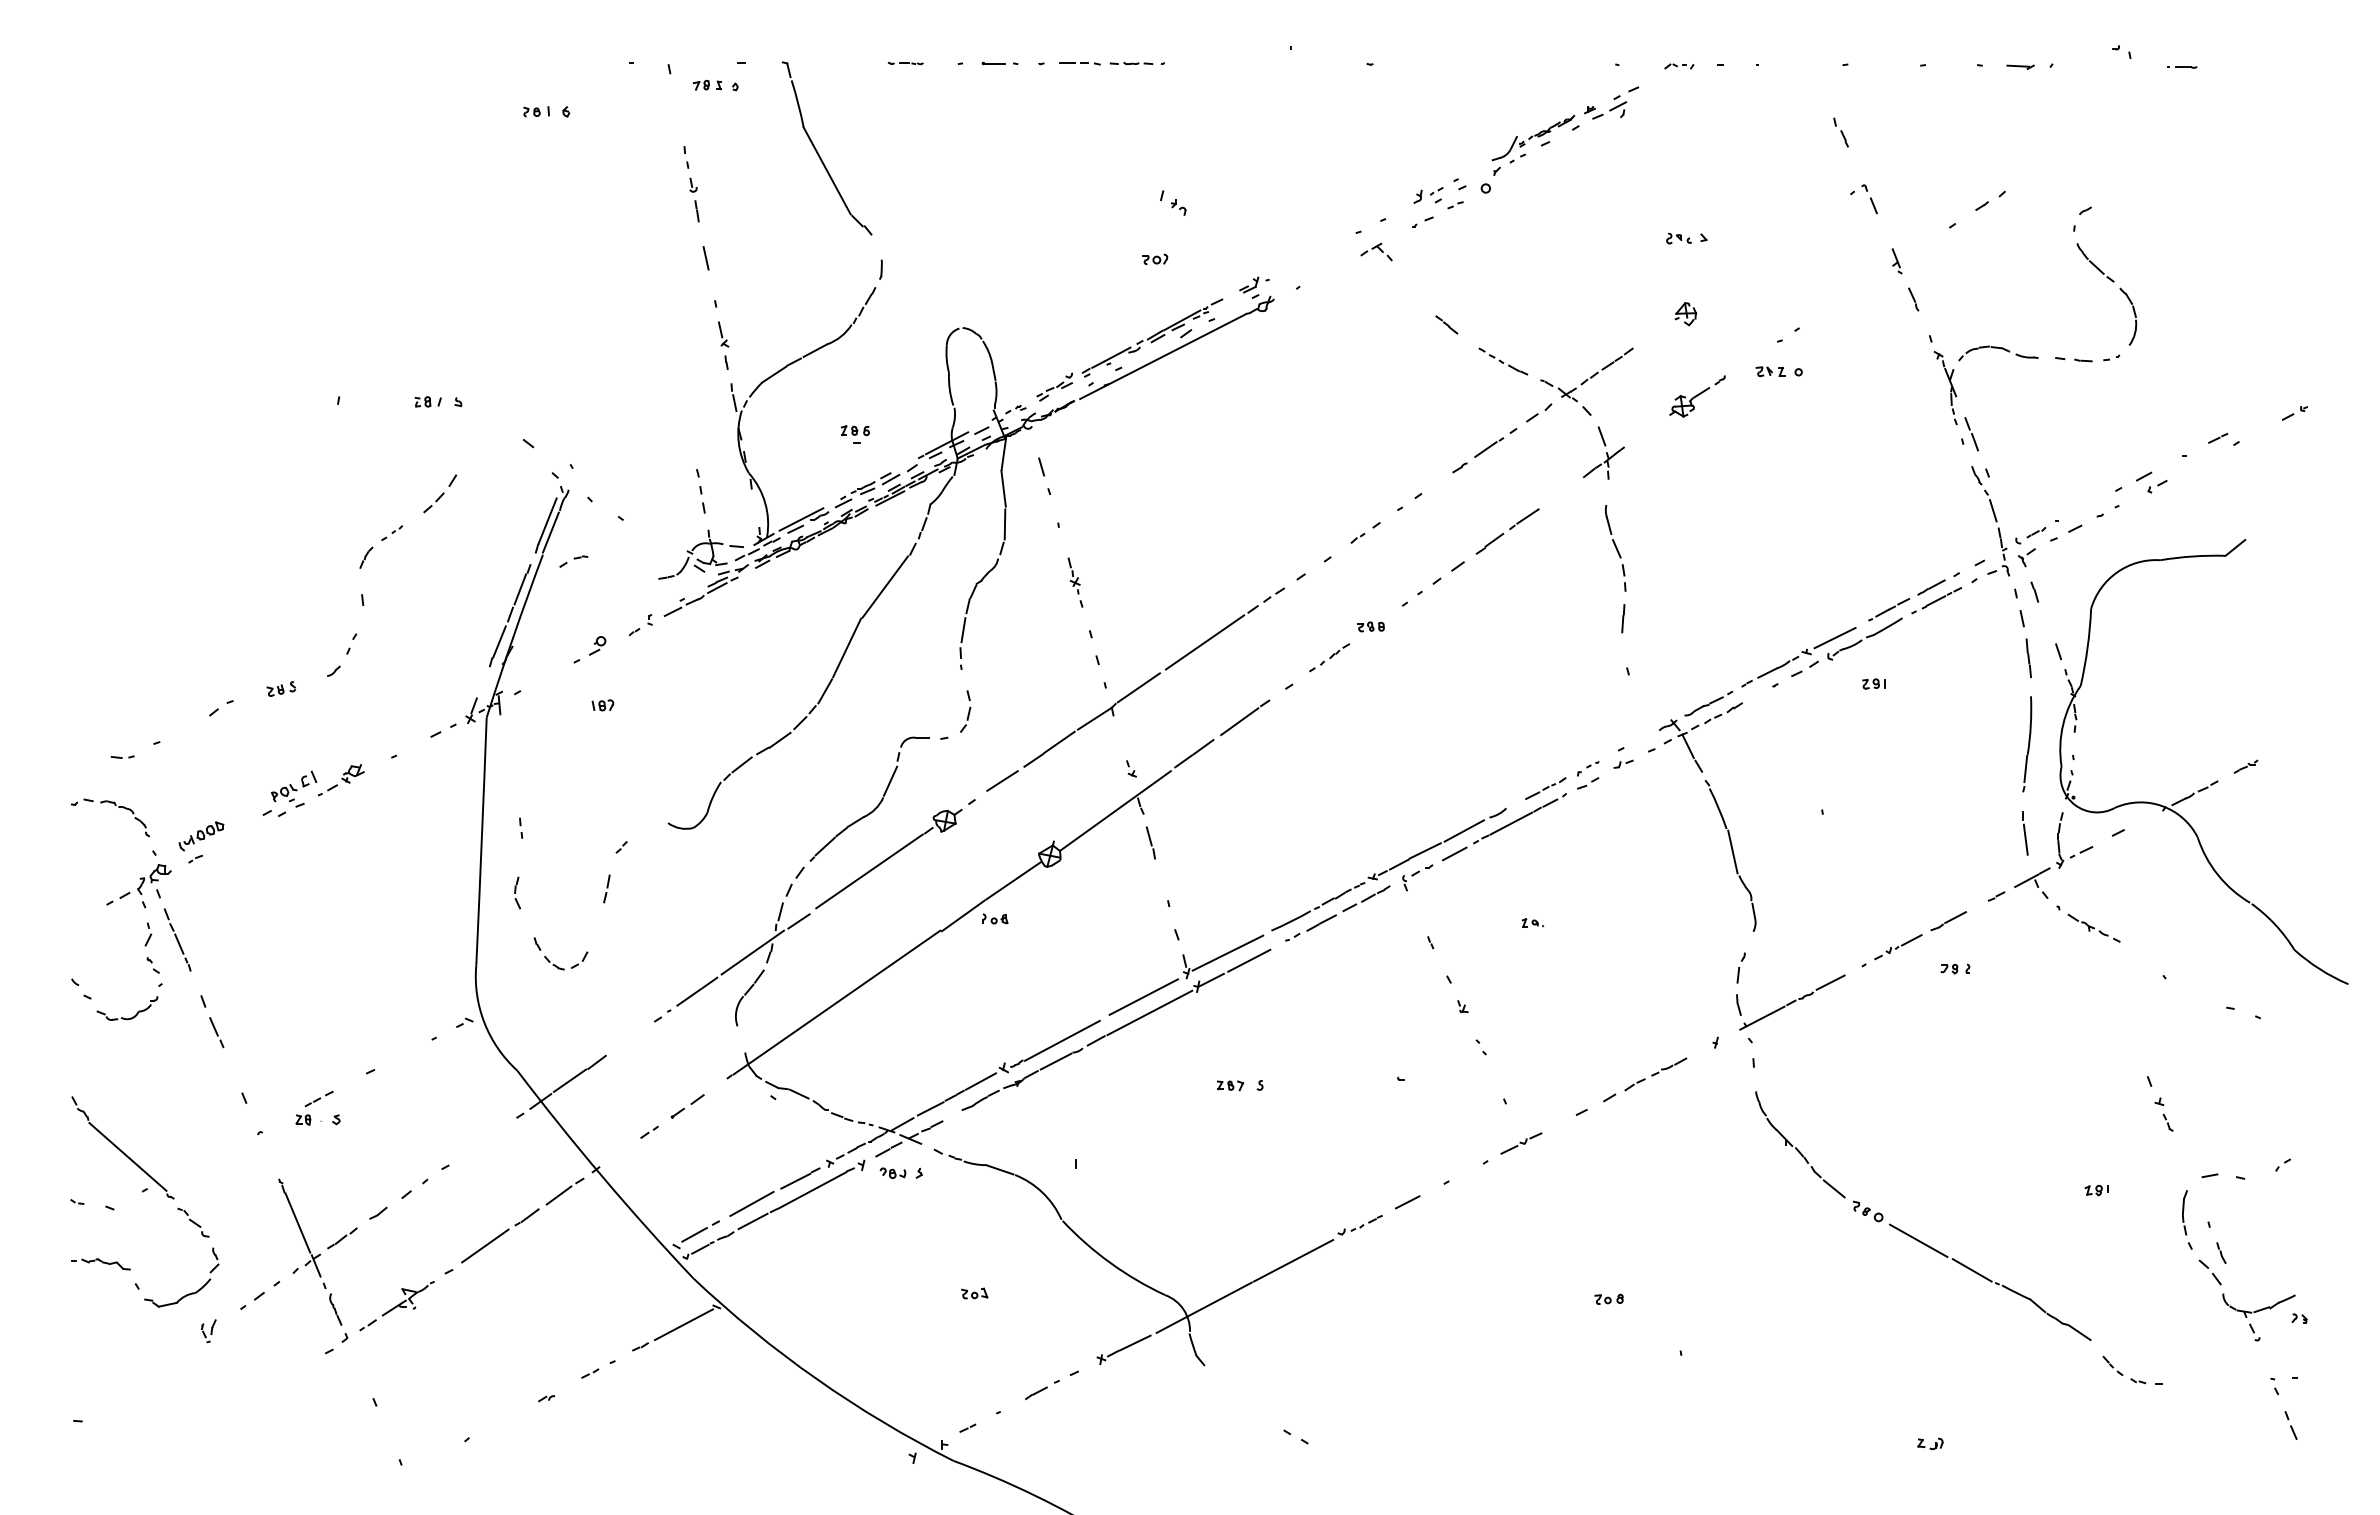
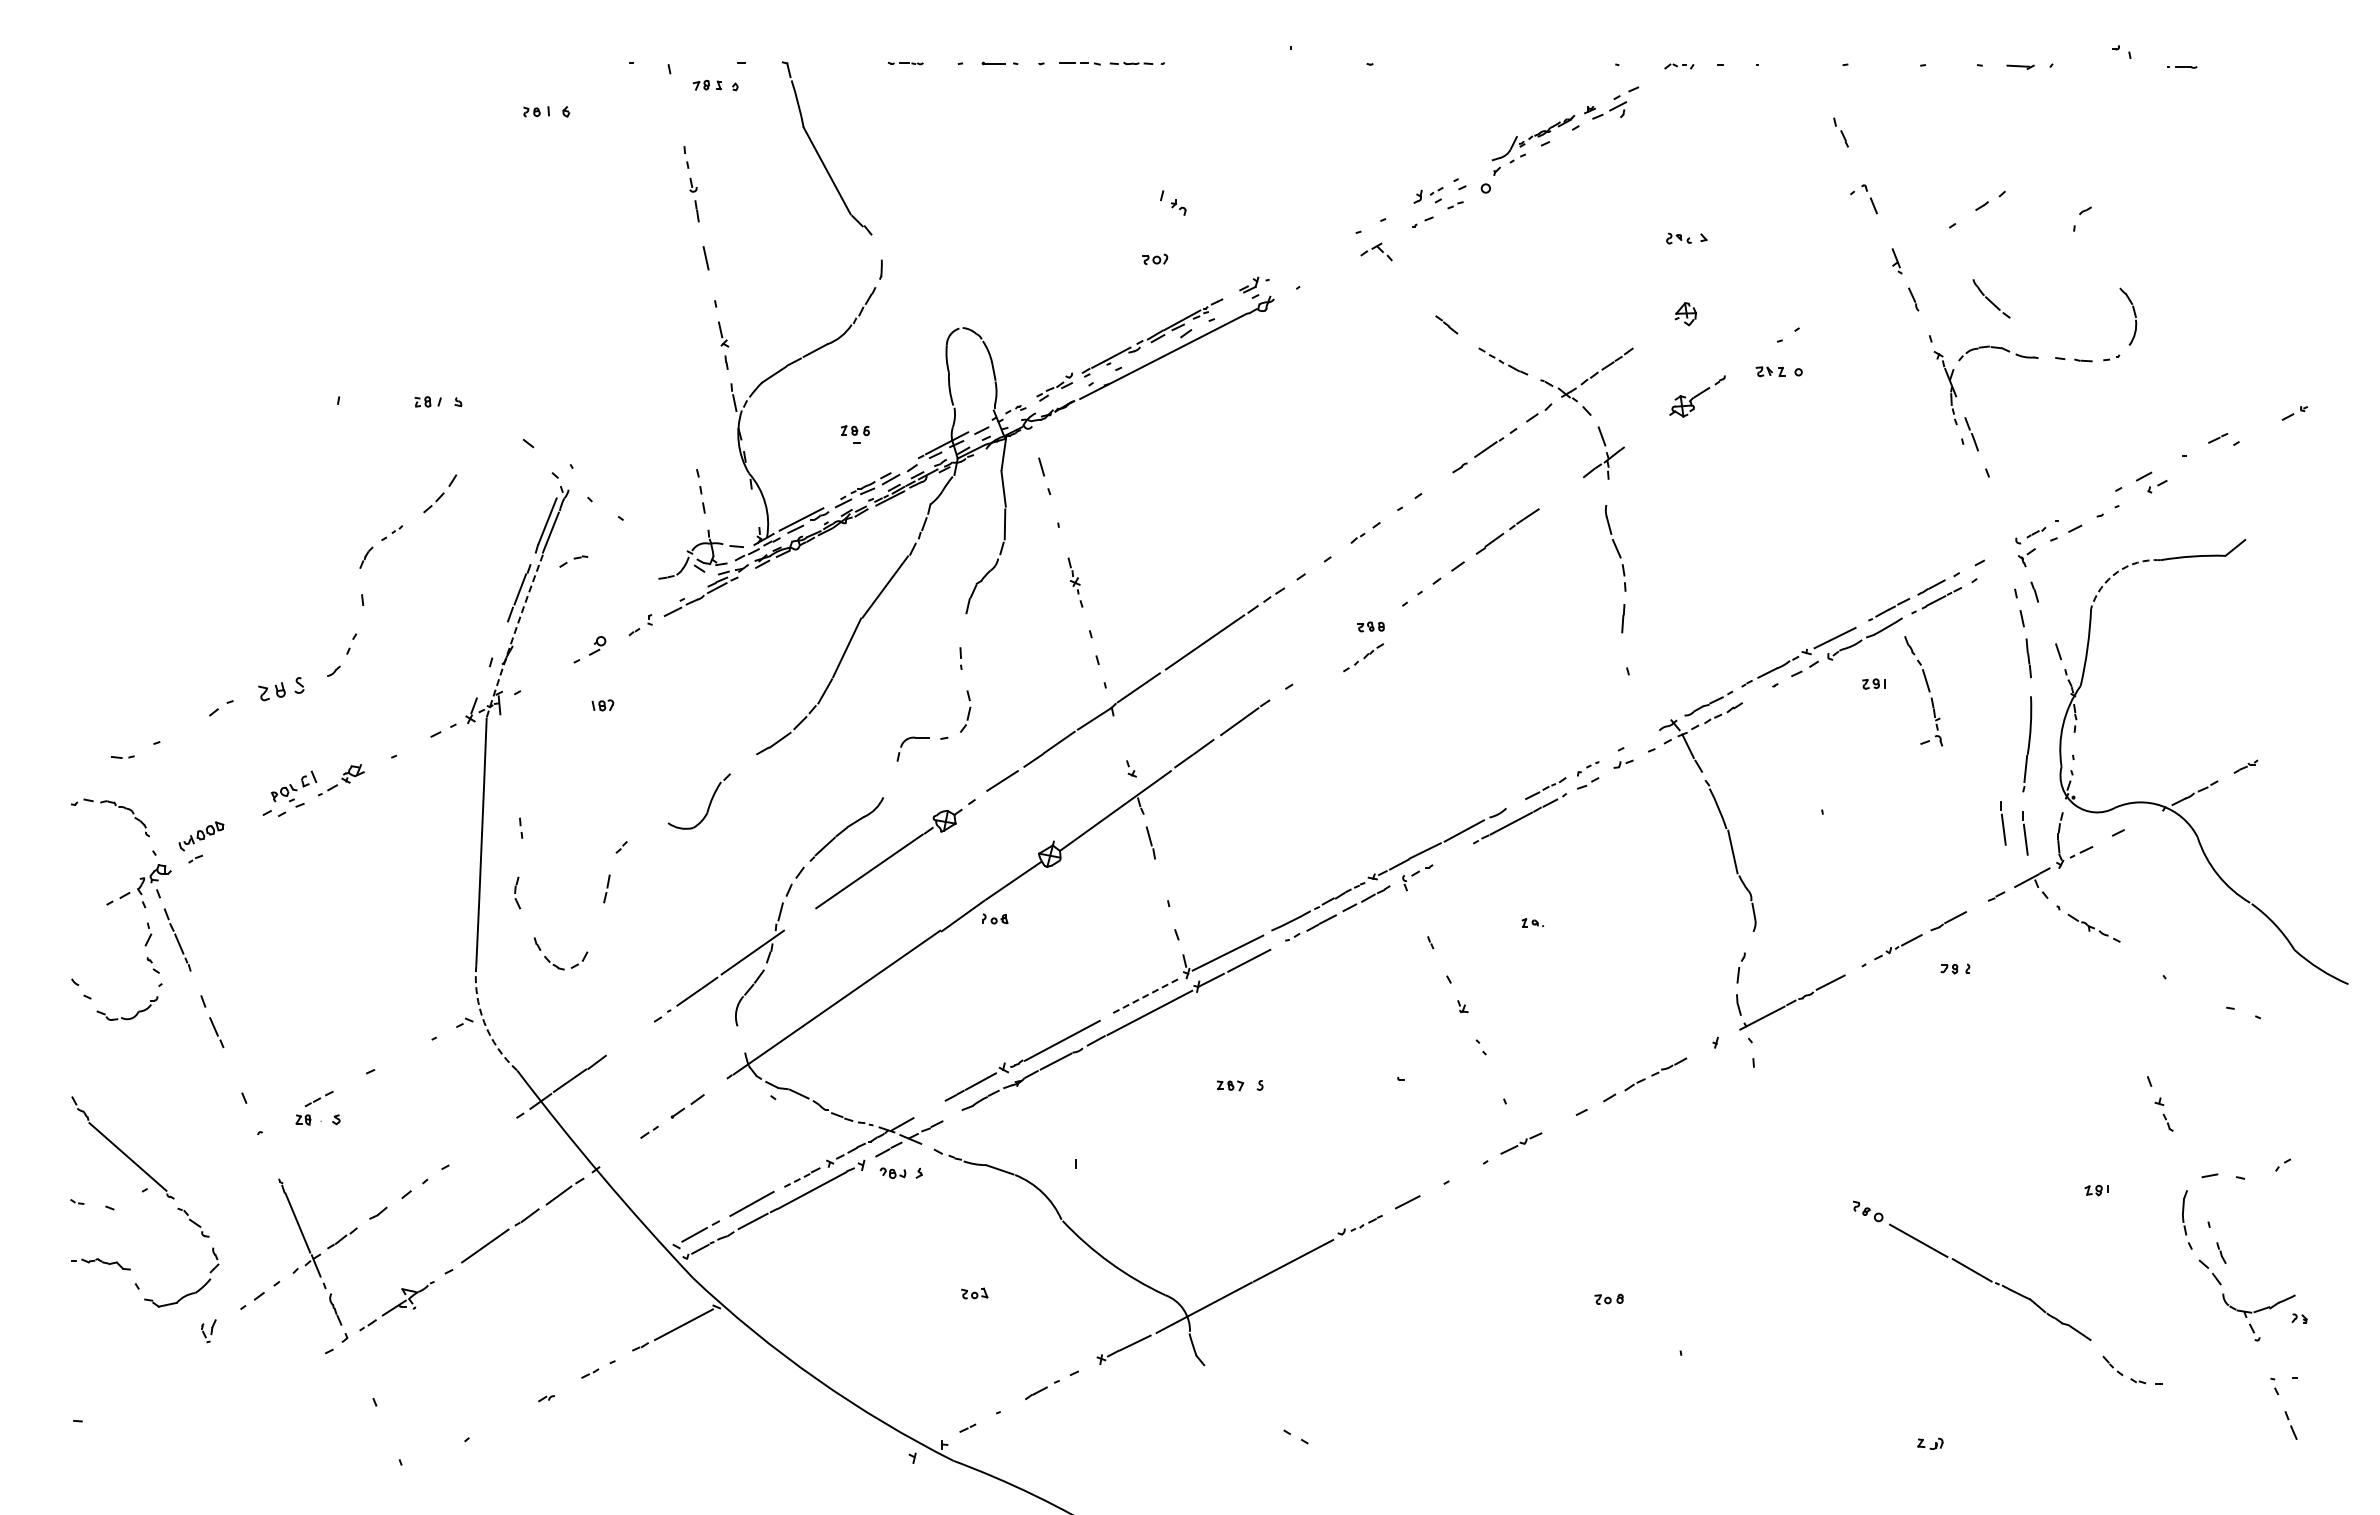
part at (2095, 262) position: (2095, 262) -> (1991, 298)
part at (1990, 521) position: (1990, 521) -> (1923, 691)
arc at (2117, 572): solid -> dashed
line at (963, 630): present -> none
arc at (513, 635): solid -> dashed
line at (499, 641): present -> none
part at (1329, 657) position: (1329, 657) -> (1363, 657)
part at (281, 688) size: 31x16 px -> 47x25 px
line at (741, 764): present -> none
line at (890, 780): present -> none
line at (2003, 823): none -> present
line at (1454, 853): present -> none
line at (798, 921): present -> none
line at (1143, 997): solid -> dashed
arc at (484, 1022): solid -> dashed
line at (930, 1108): present -> none
part at (1800, 1144): present -> none
line at (795, 1181): solid -> dashed
